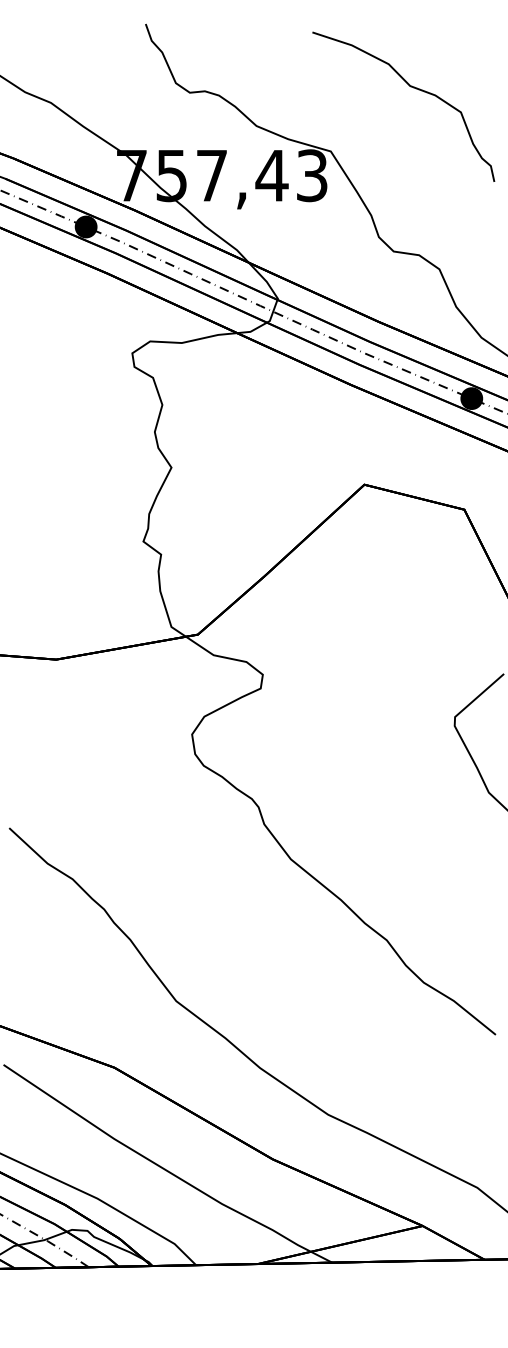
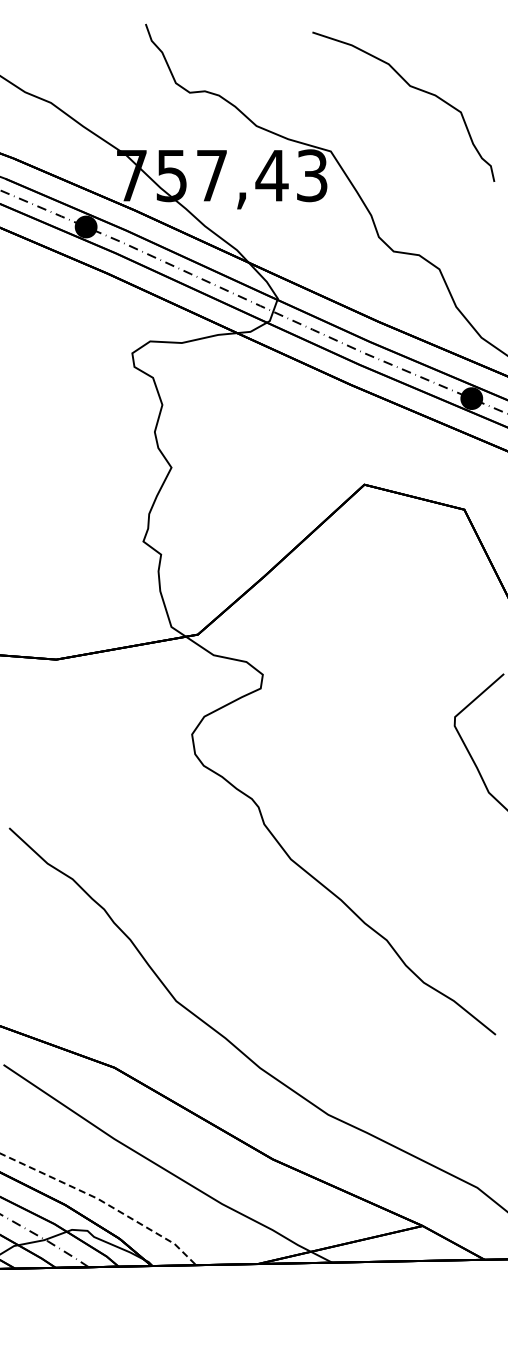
line at (103, 1202): solid -> dashed
